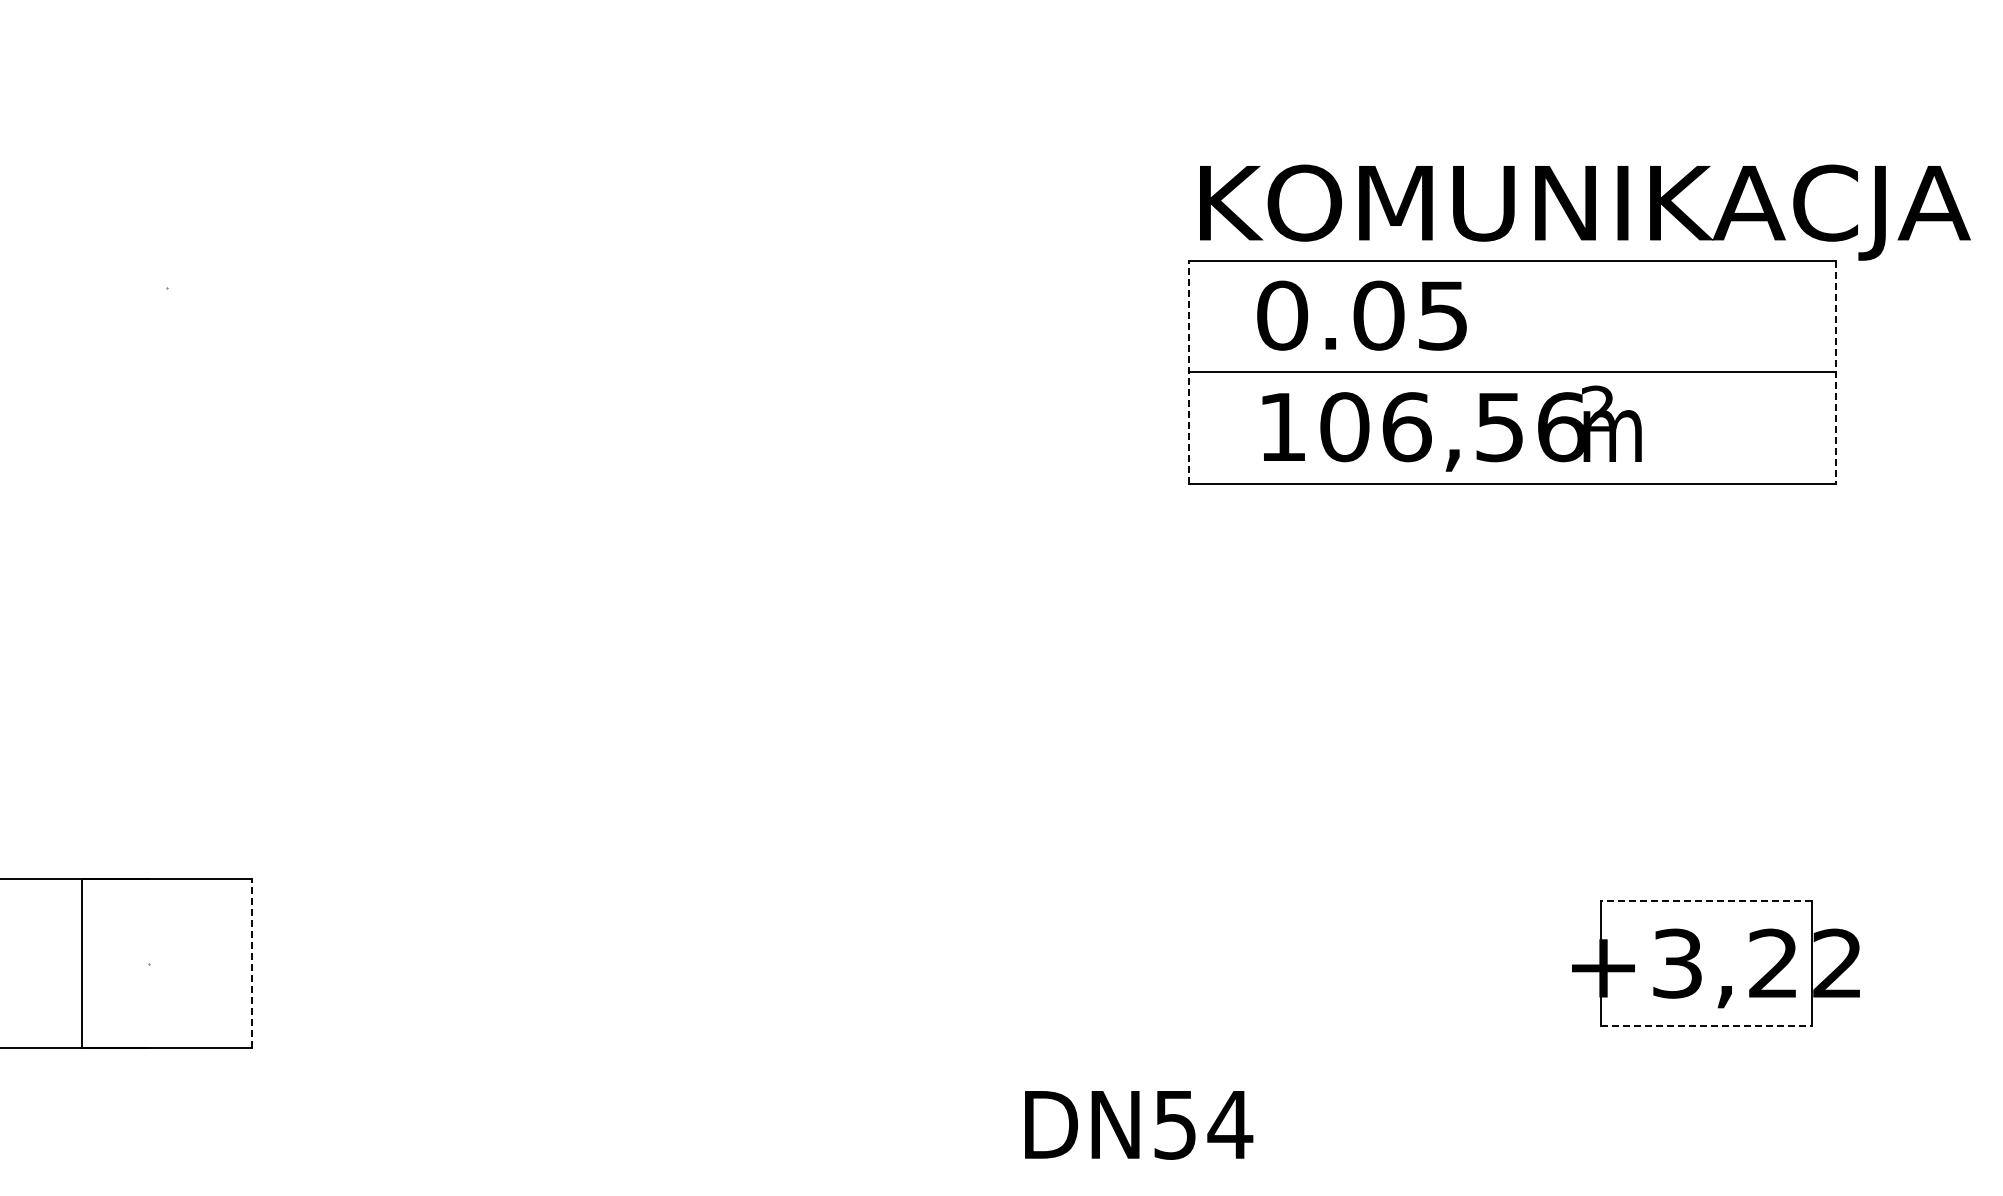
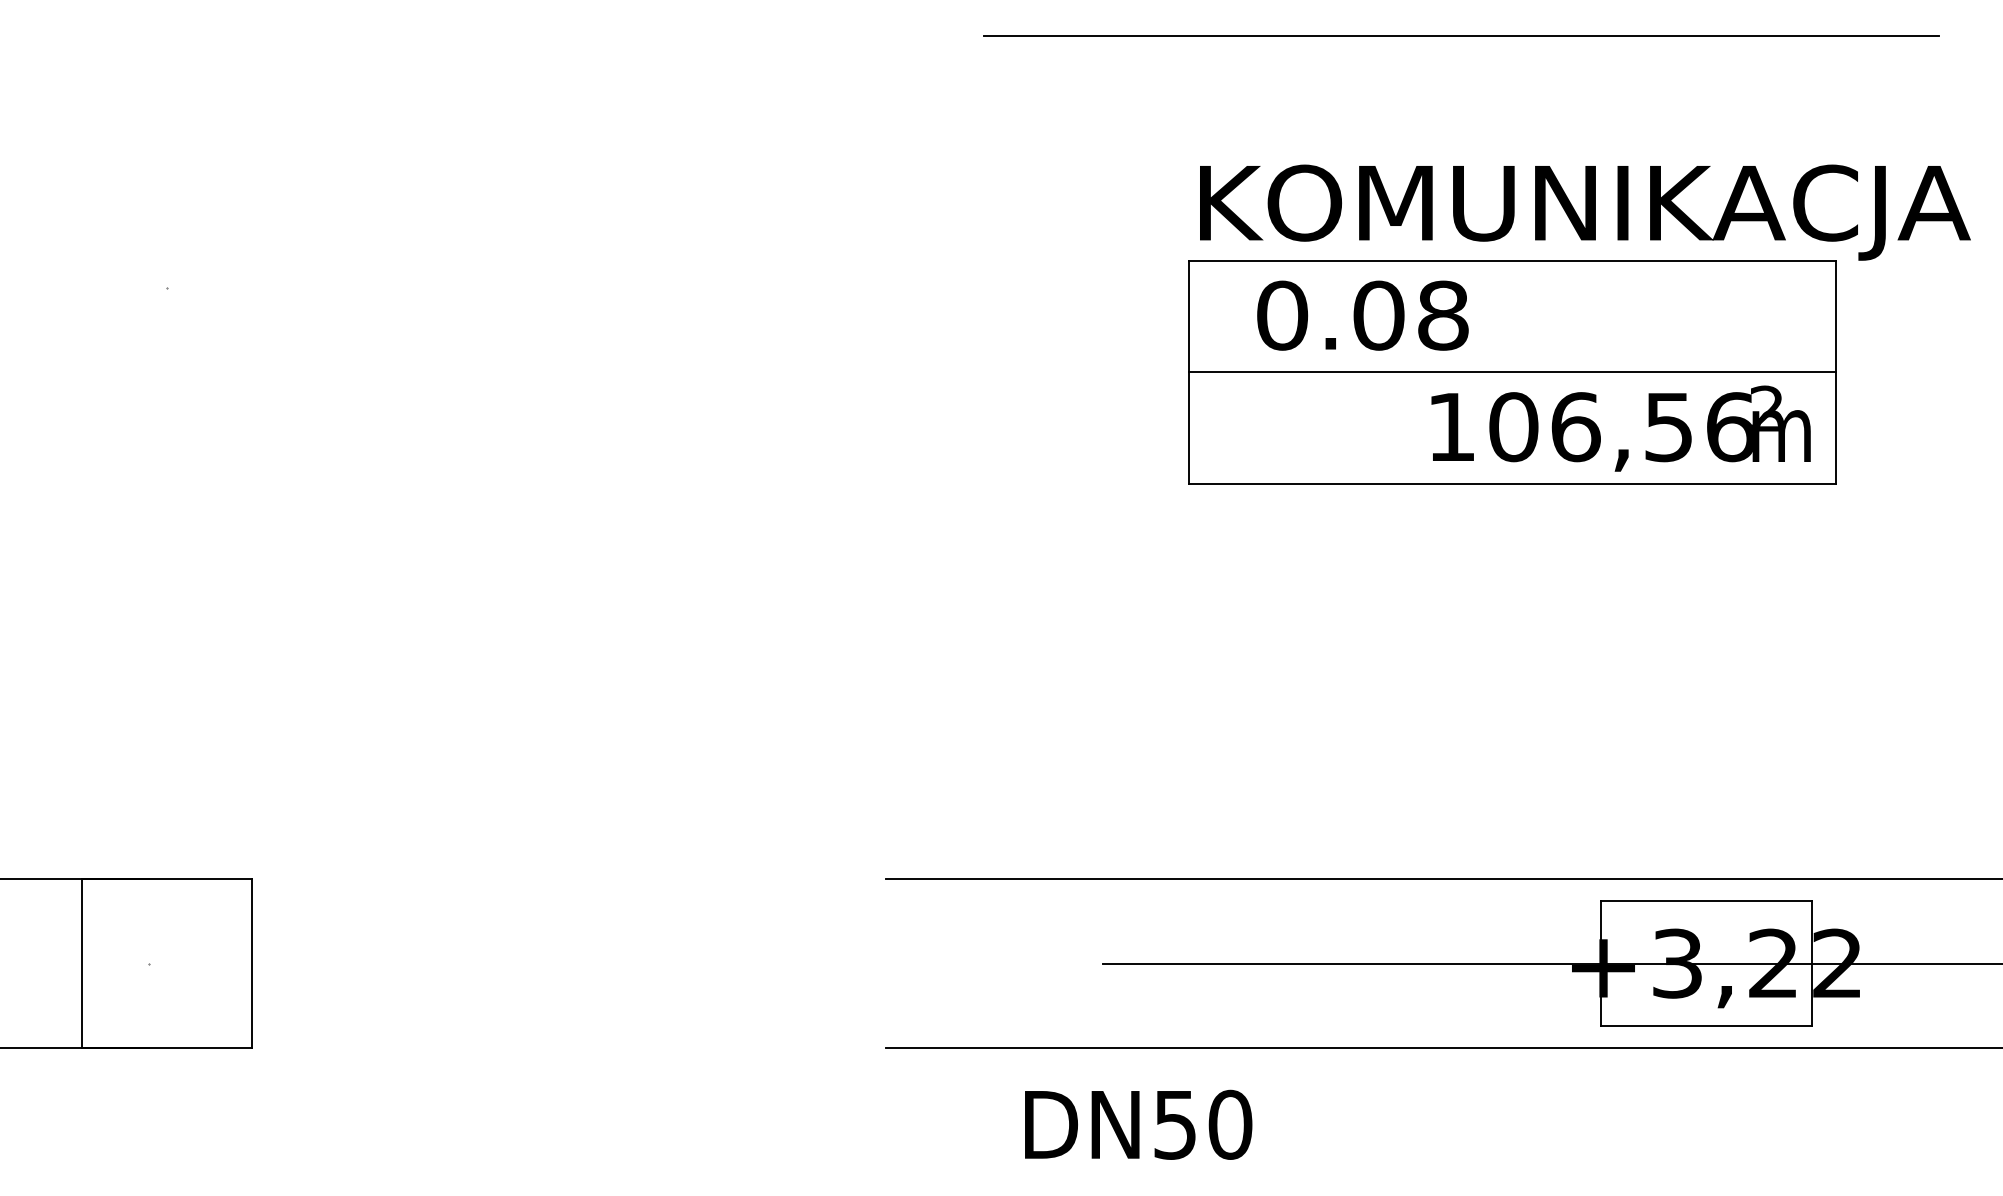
line at (1461, 36): none -> present
text at (1443, 315): 0.05 -> 0.08
line at (1189, 371): dashed -> solid
line at (1835, 372): dashed -> solid
text at (1451, 428) position: (1451, 428) -> (1620, 428)
line at (1442, 879): none -> present
line at (1705, 901): dashed -> solid
line at (251, 963): dashed -> solid
line at (1551, 963): none -> present
line at (1706, 1026): dashed -> solid
line at (1442, 1048): none -> present
text at (1230, 1124): DN54 -> DN50
